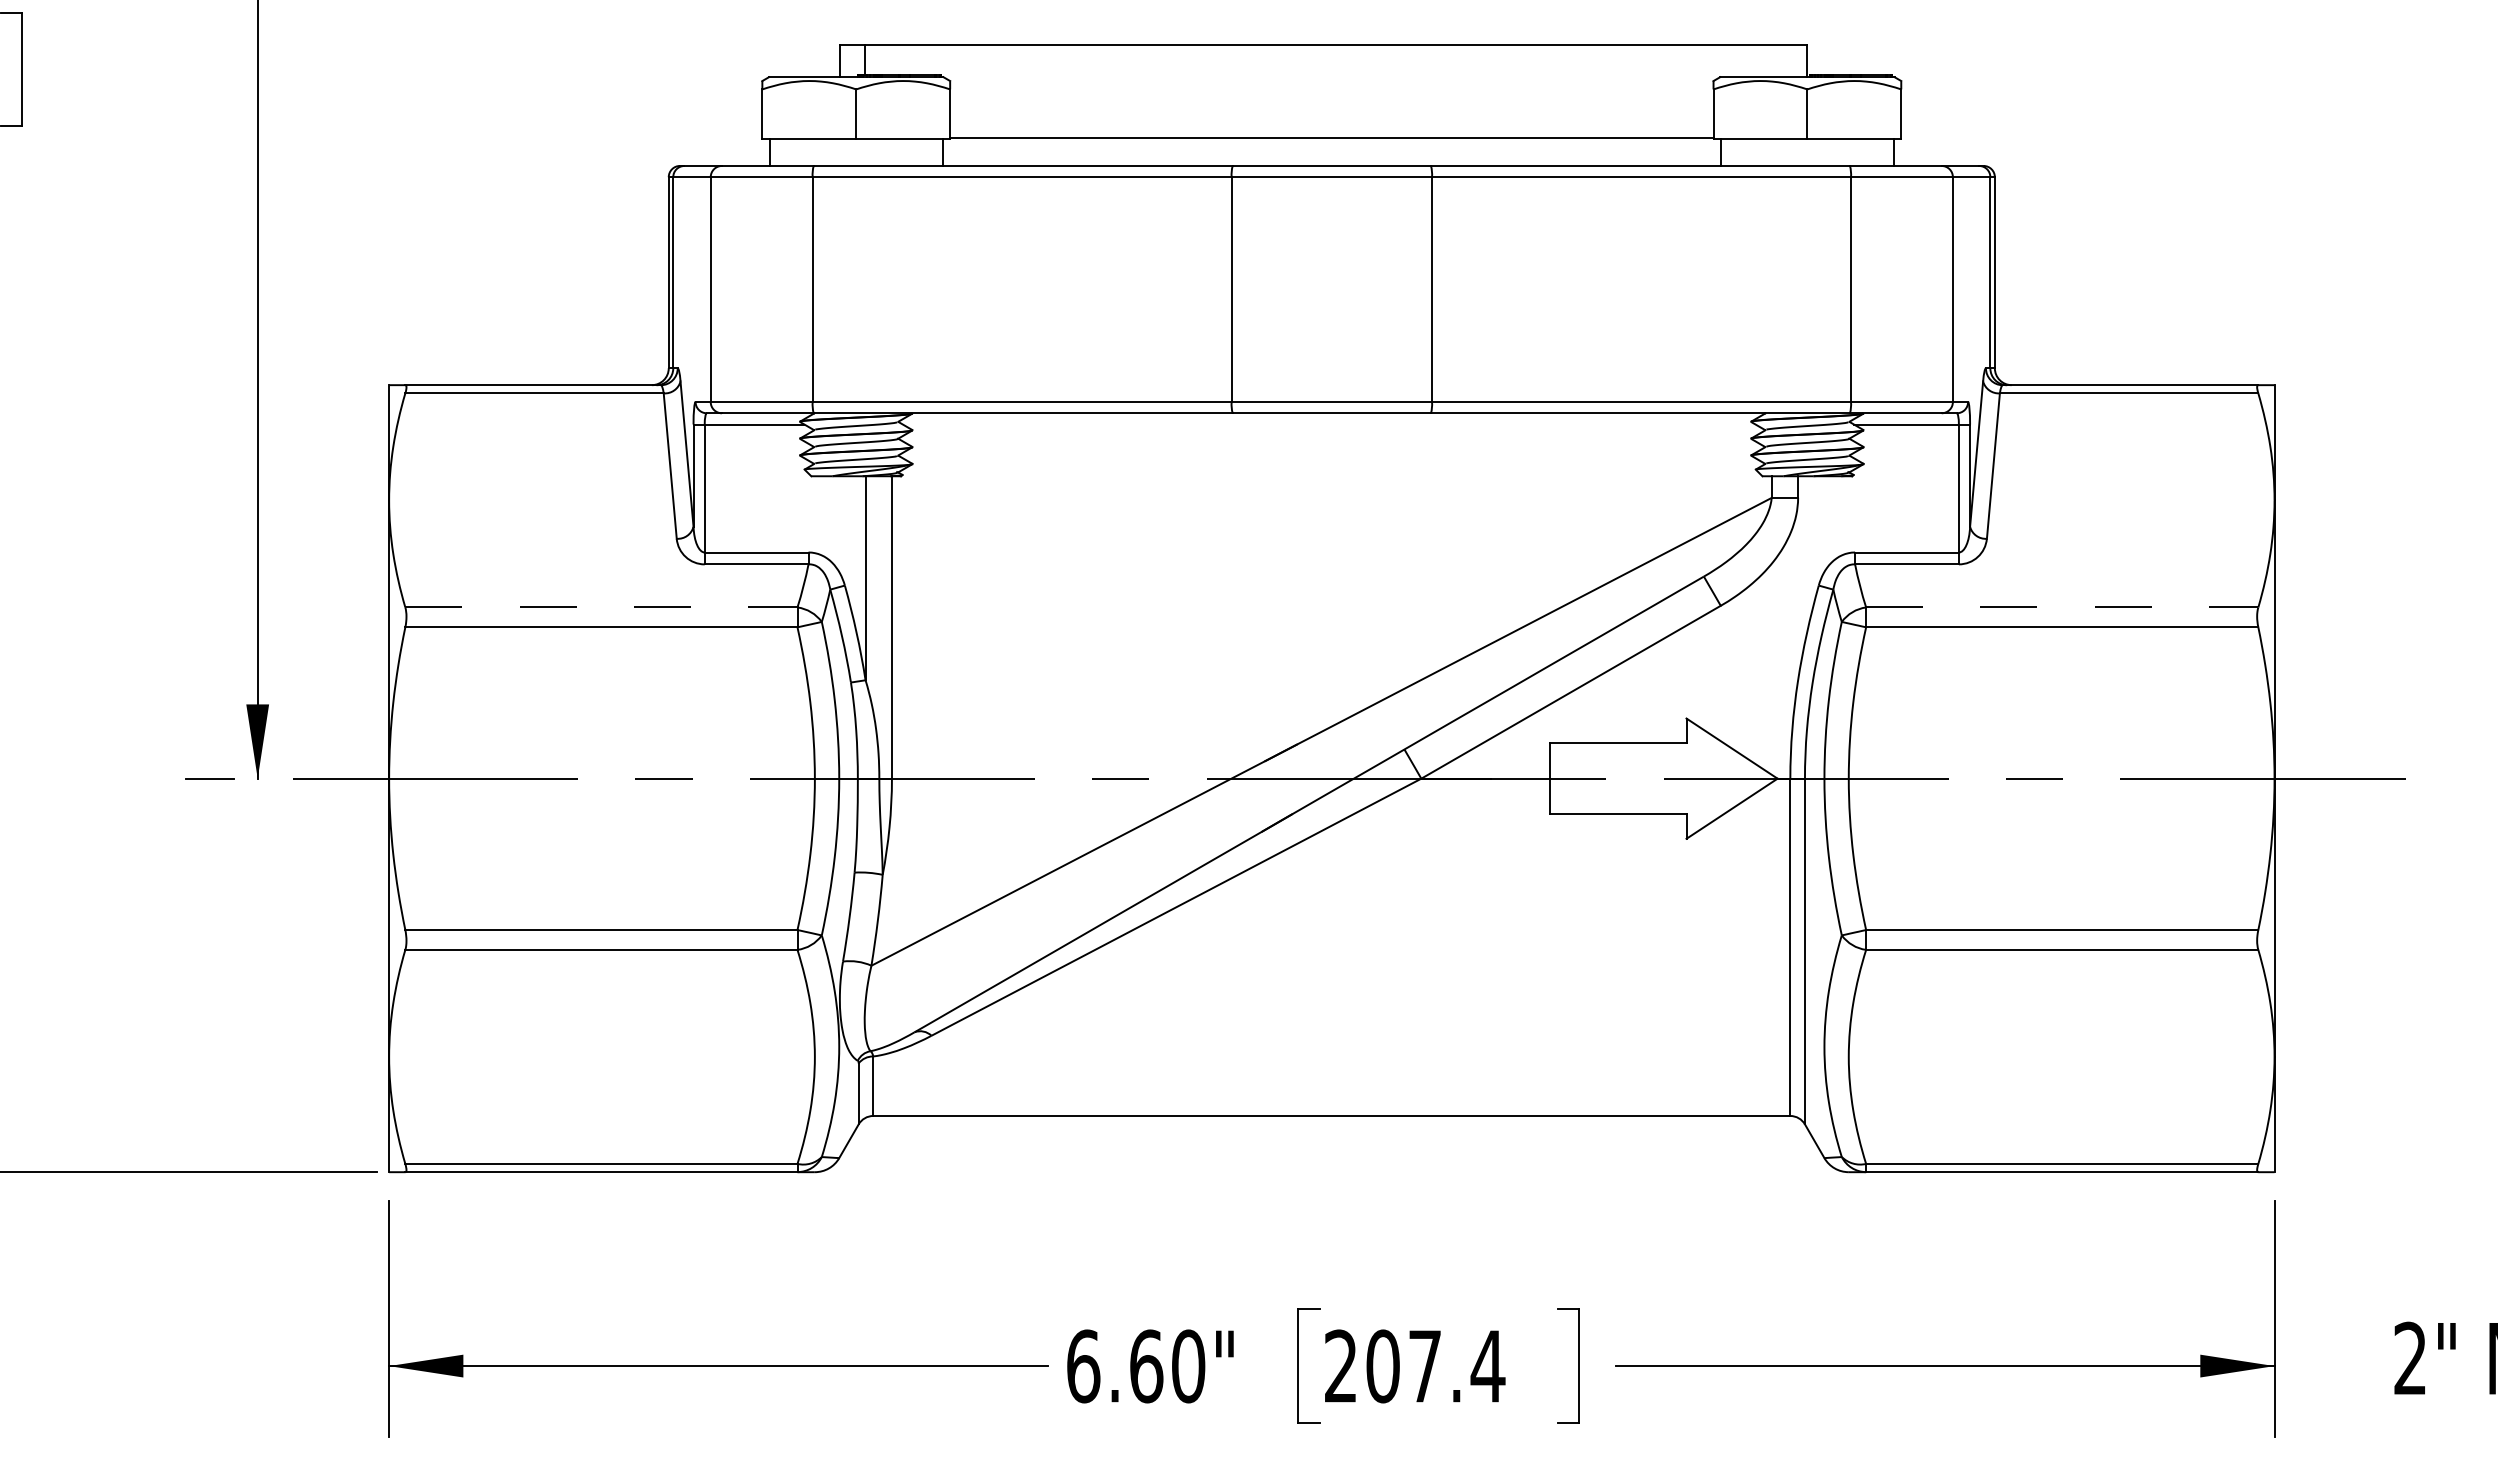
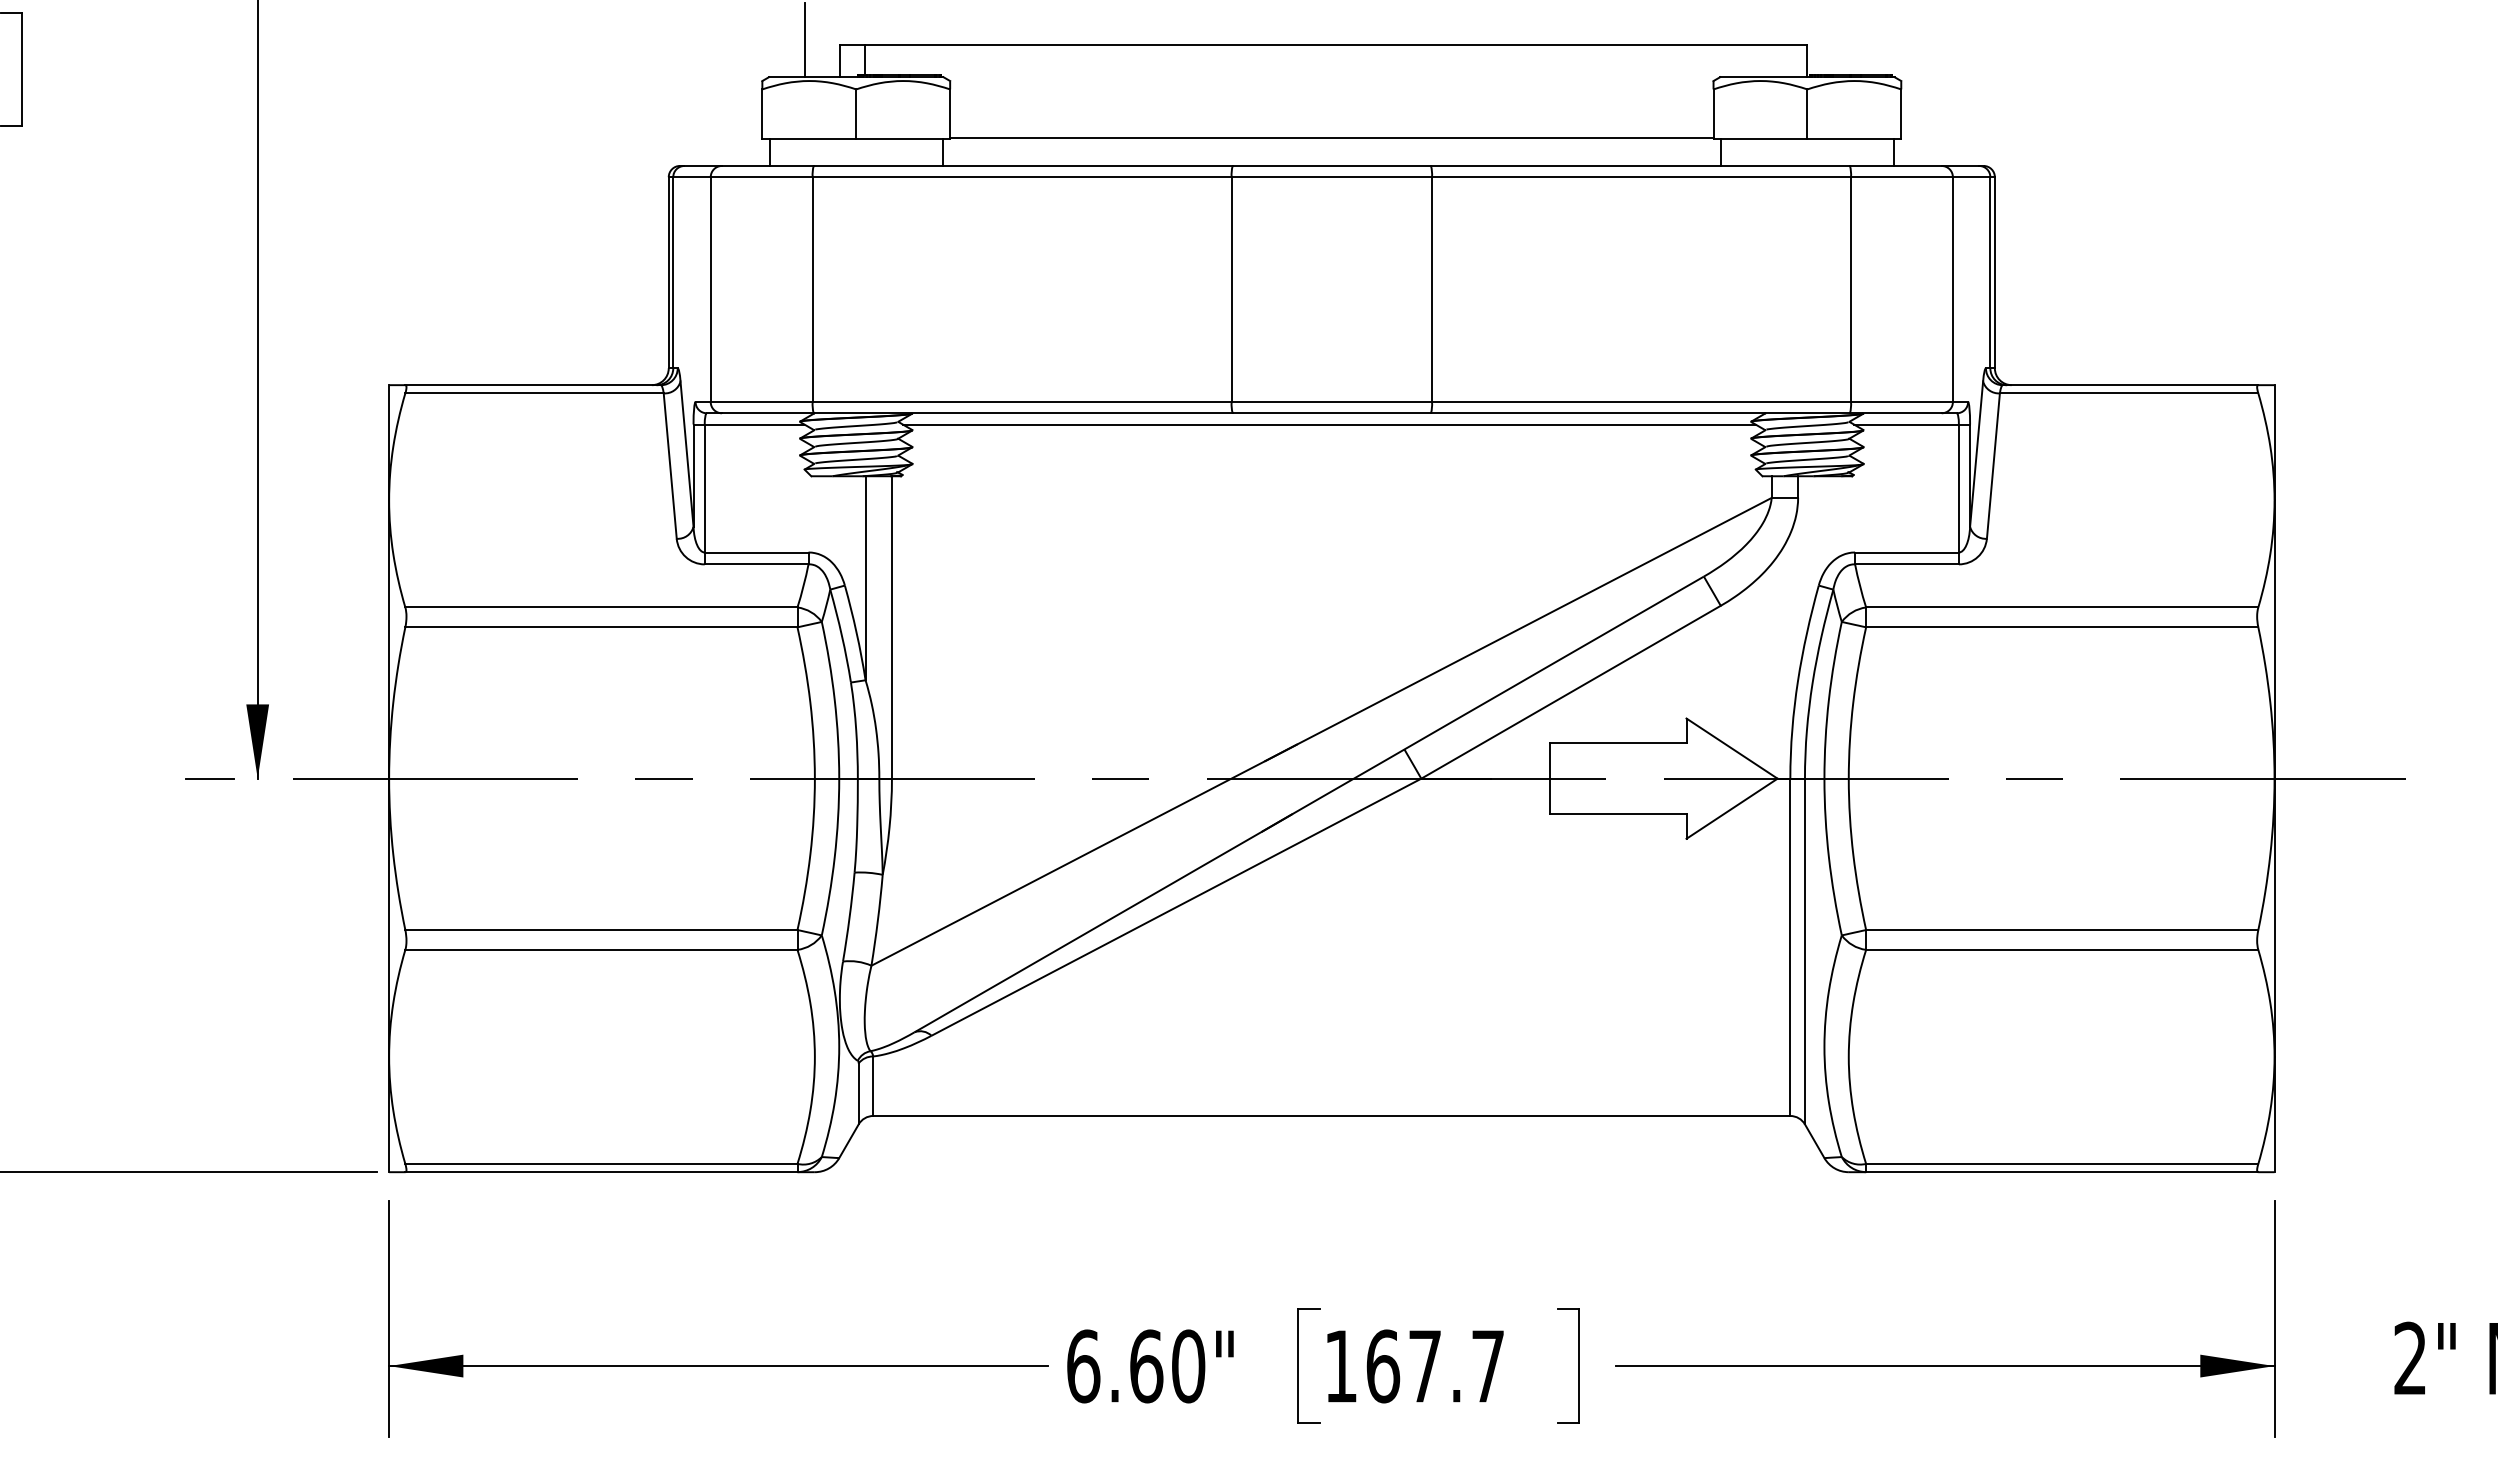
line at (804, 39): none -> present
line at (1329, 424): none -> present
line at (601, 607): dashed -> solid
line at (2062, 607): dashed -> solid
text at (1415, 1366): 207.4 -> 167.7
